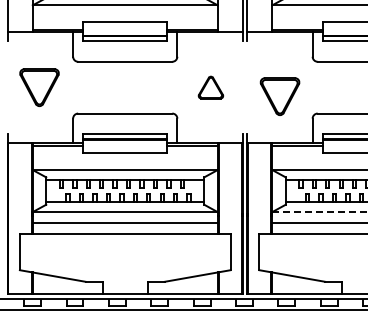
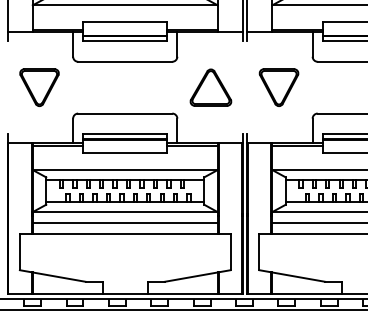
part at (210, 87) size: 28x25 px -> 44x39 px
part at (279, 96) position: (279, 96) -> (278, 87)
line at (320, 212): dashed -> solid
